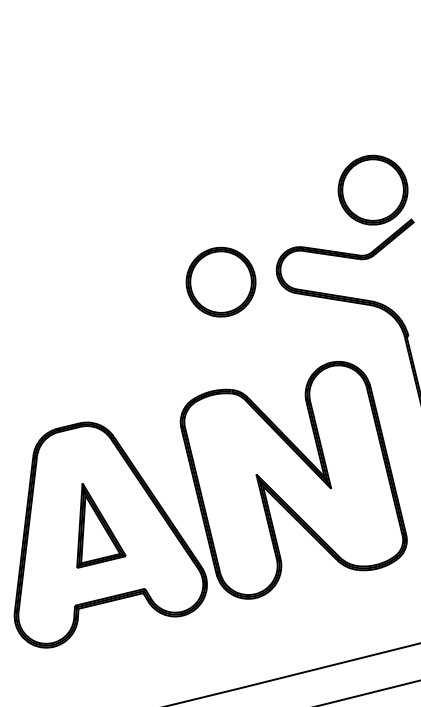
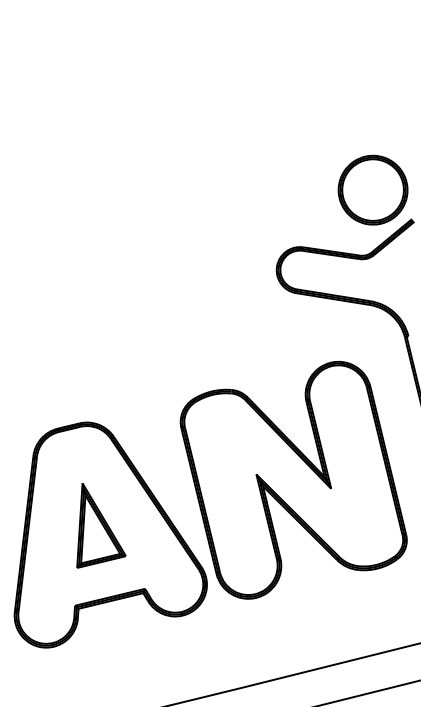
part at (220, 281): present -> none
